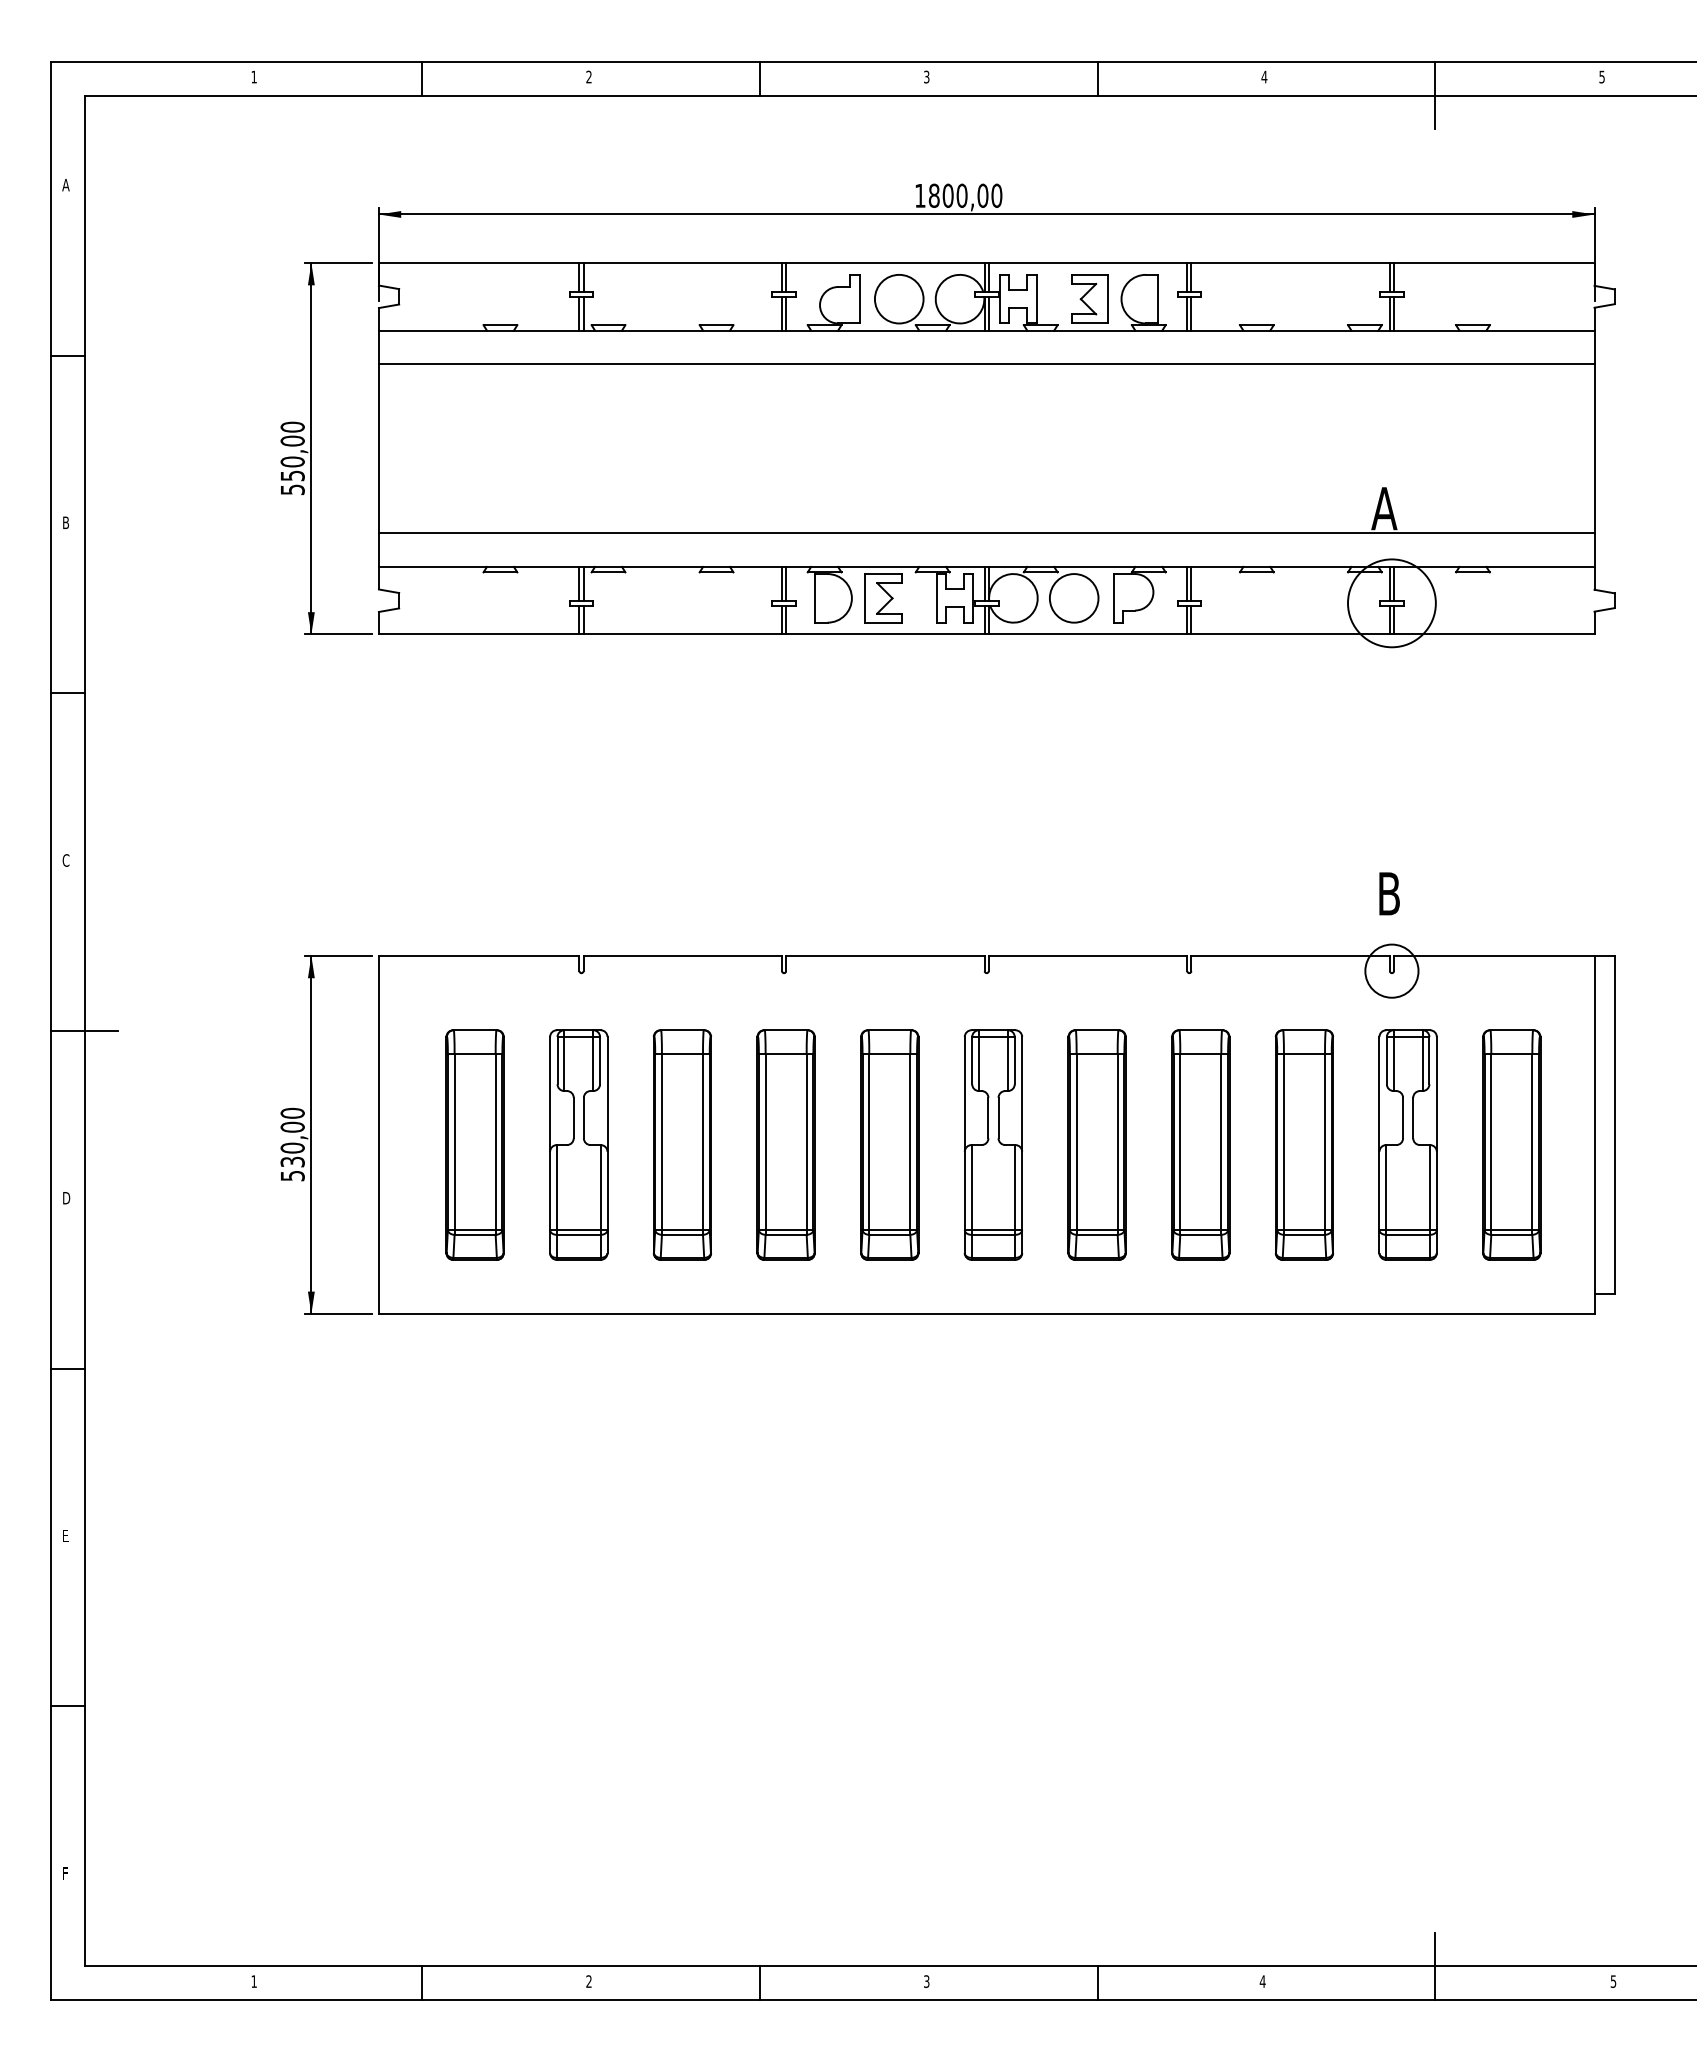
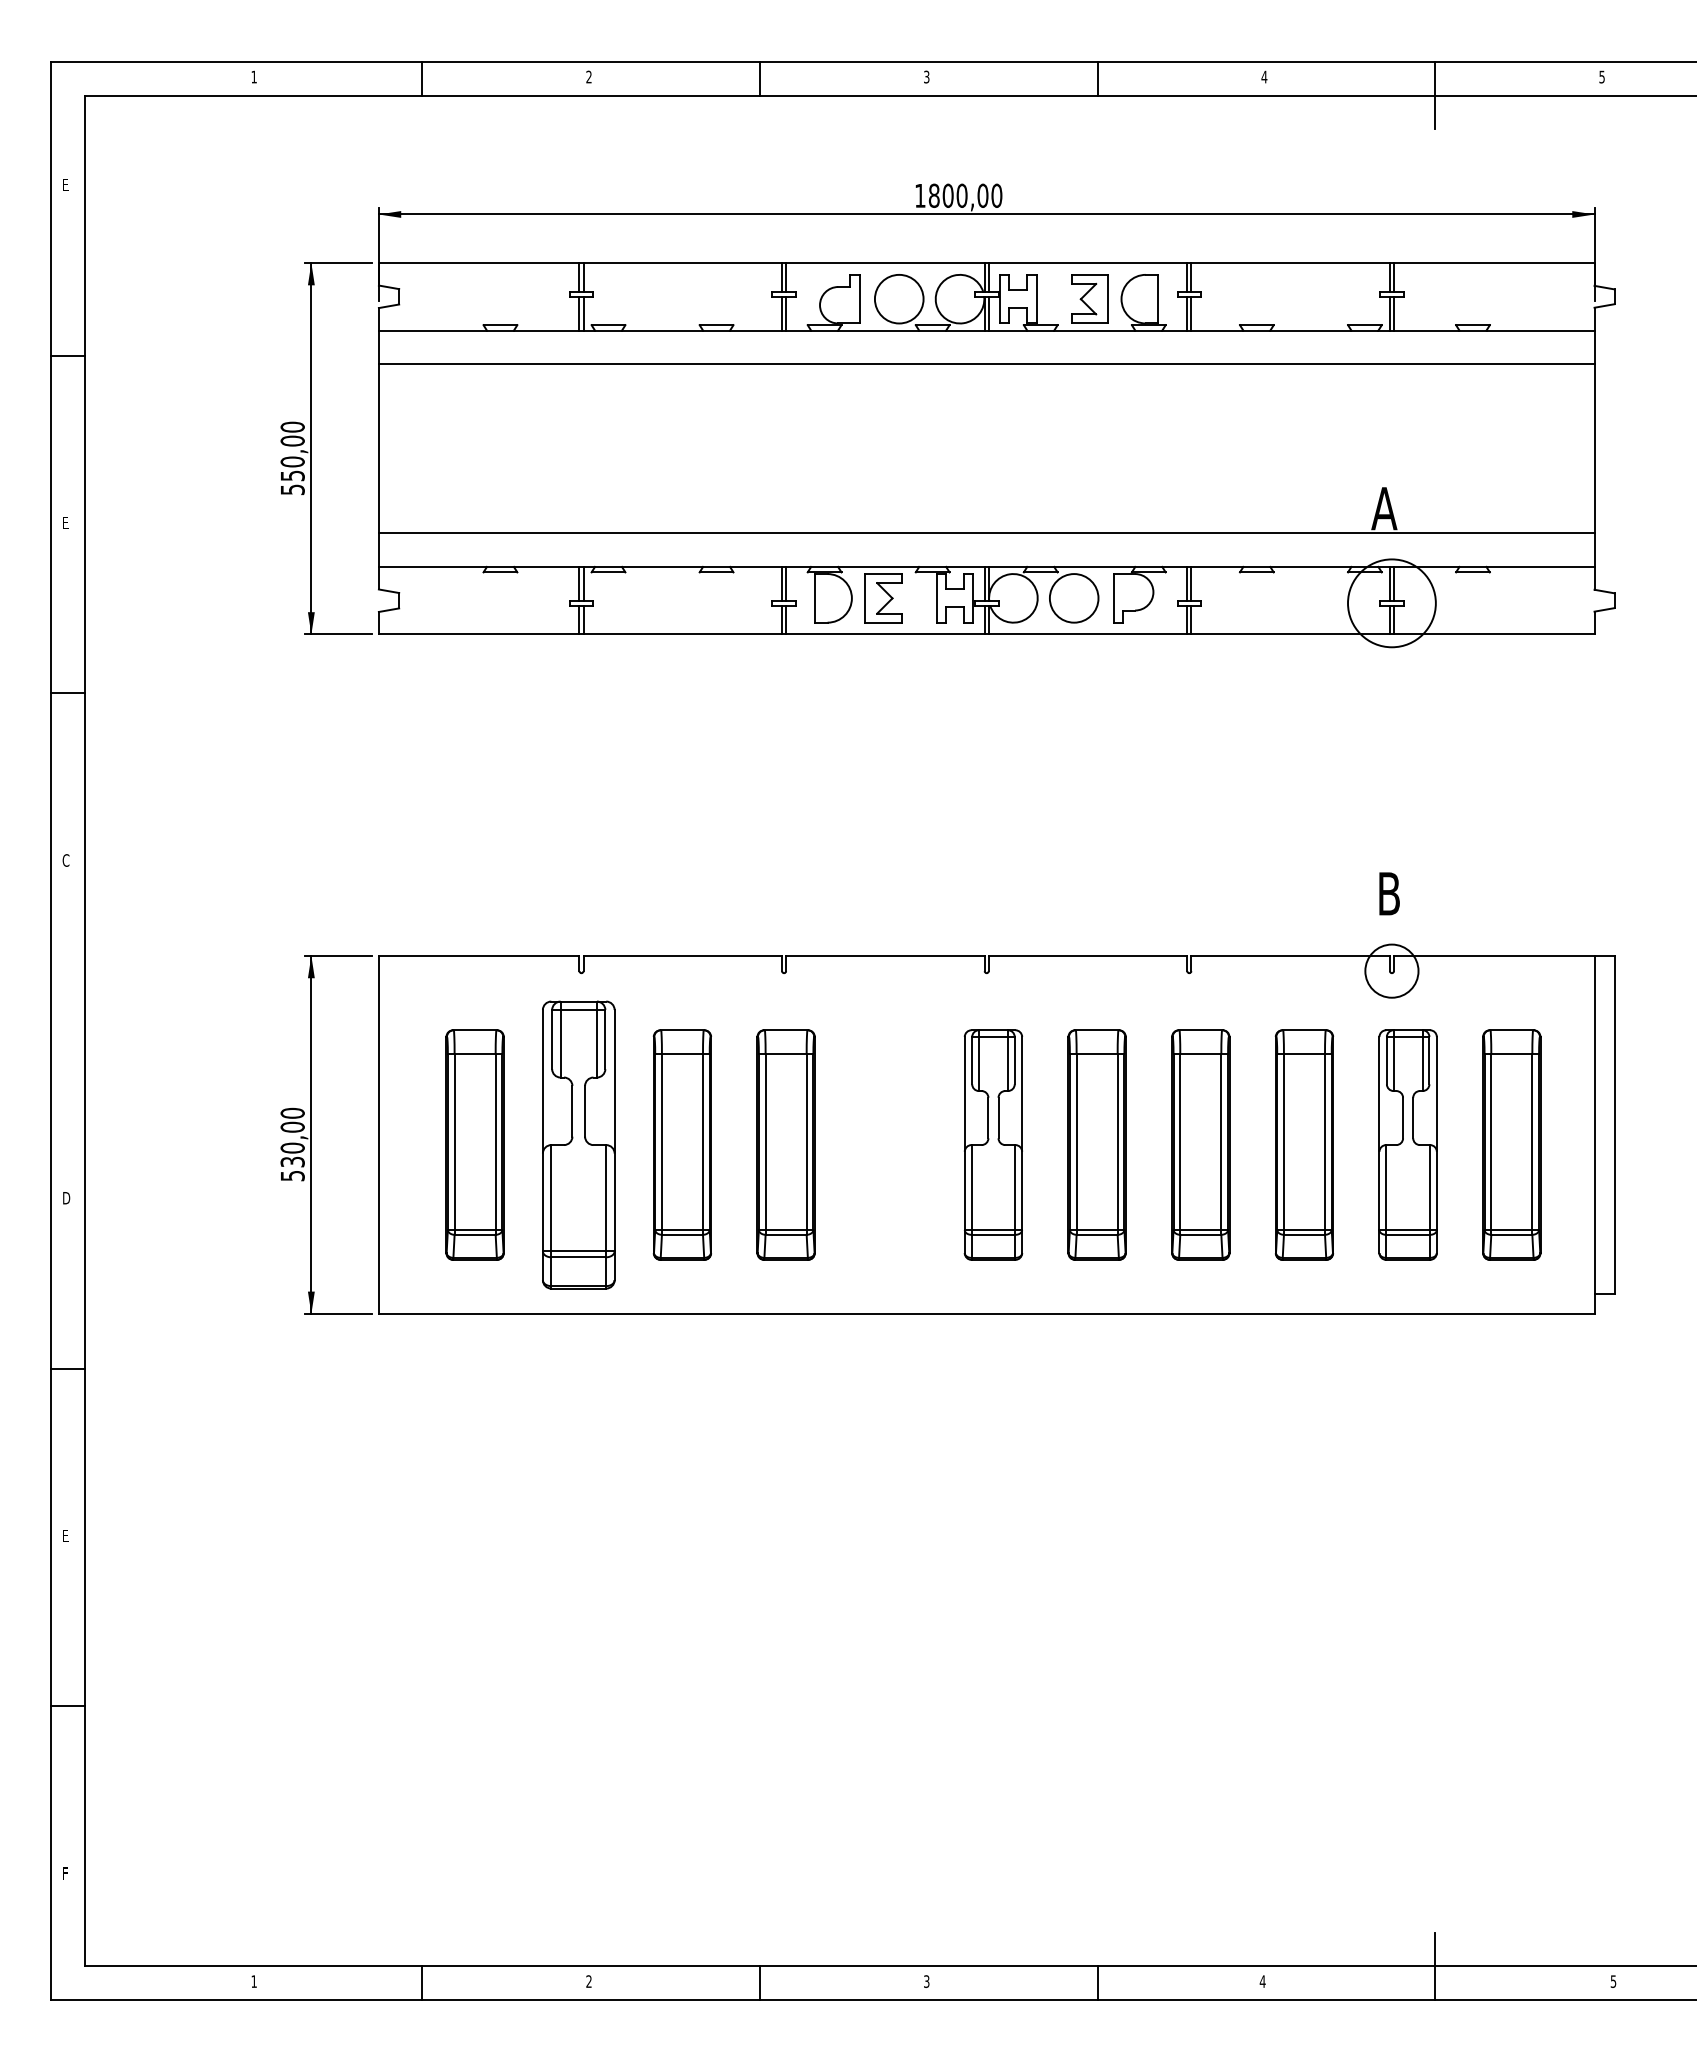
text at (65, 185): A -> E
text at (66, 522): B -> E
line at (84, 1031): present -> none
part at (578, 1144) size: 60x232 px -> 74x290 px
part at (889, 1144): present -> none
